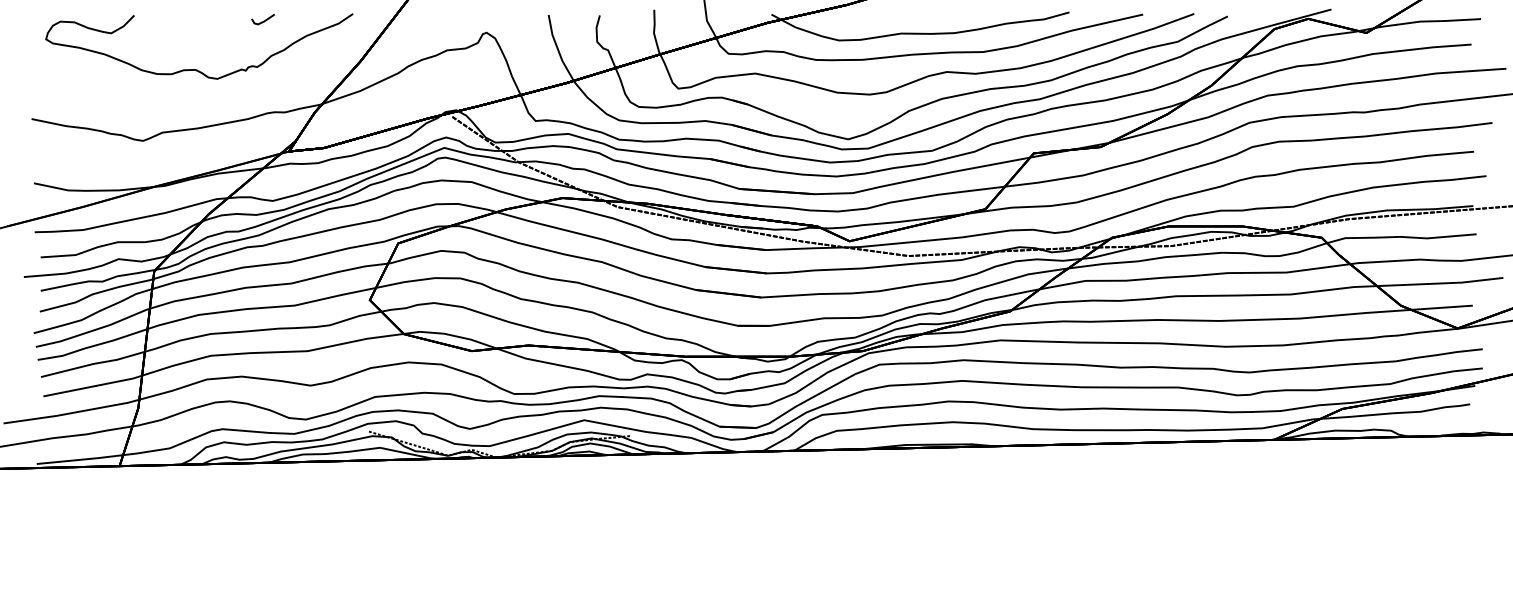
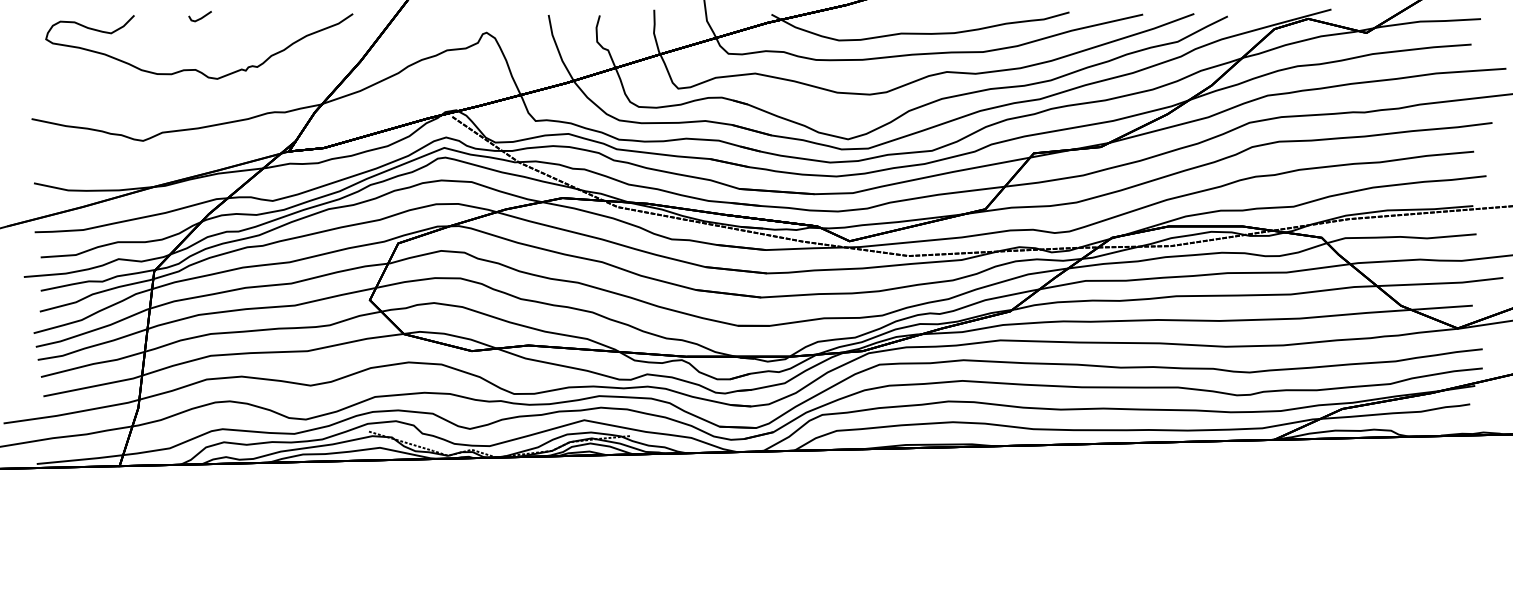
line at (263, 20) position: (263, 20) -> (200, 17)
